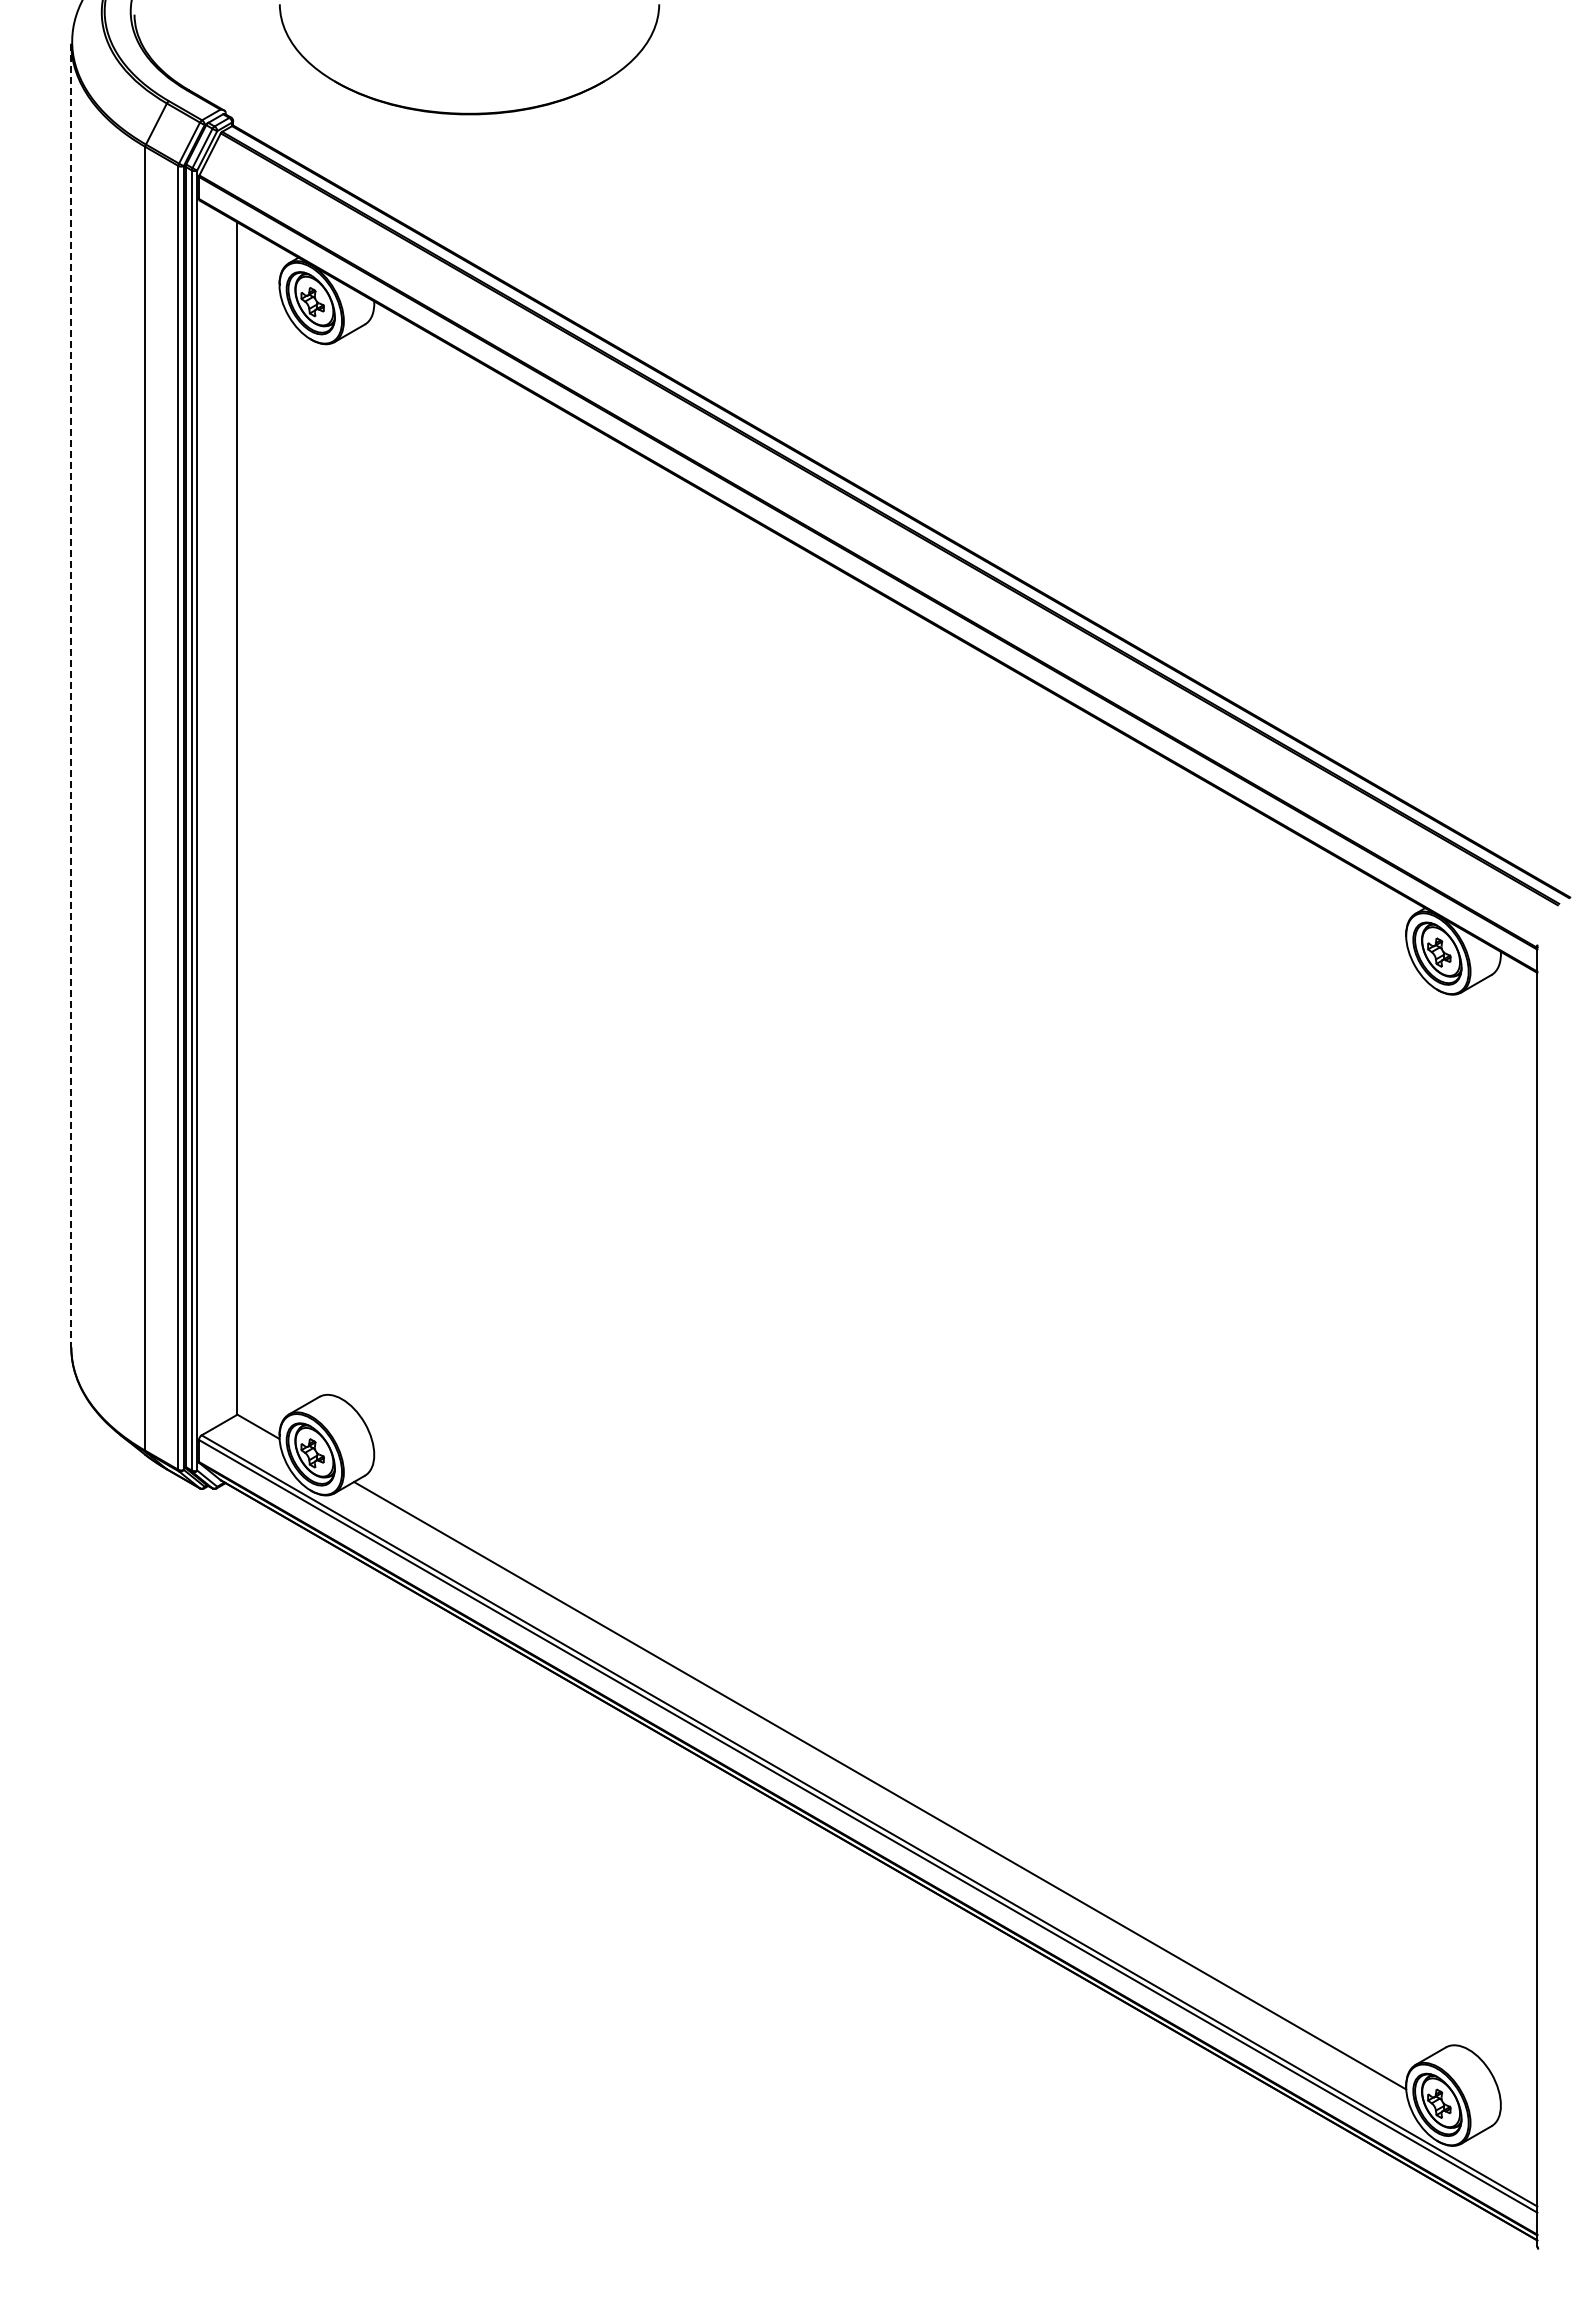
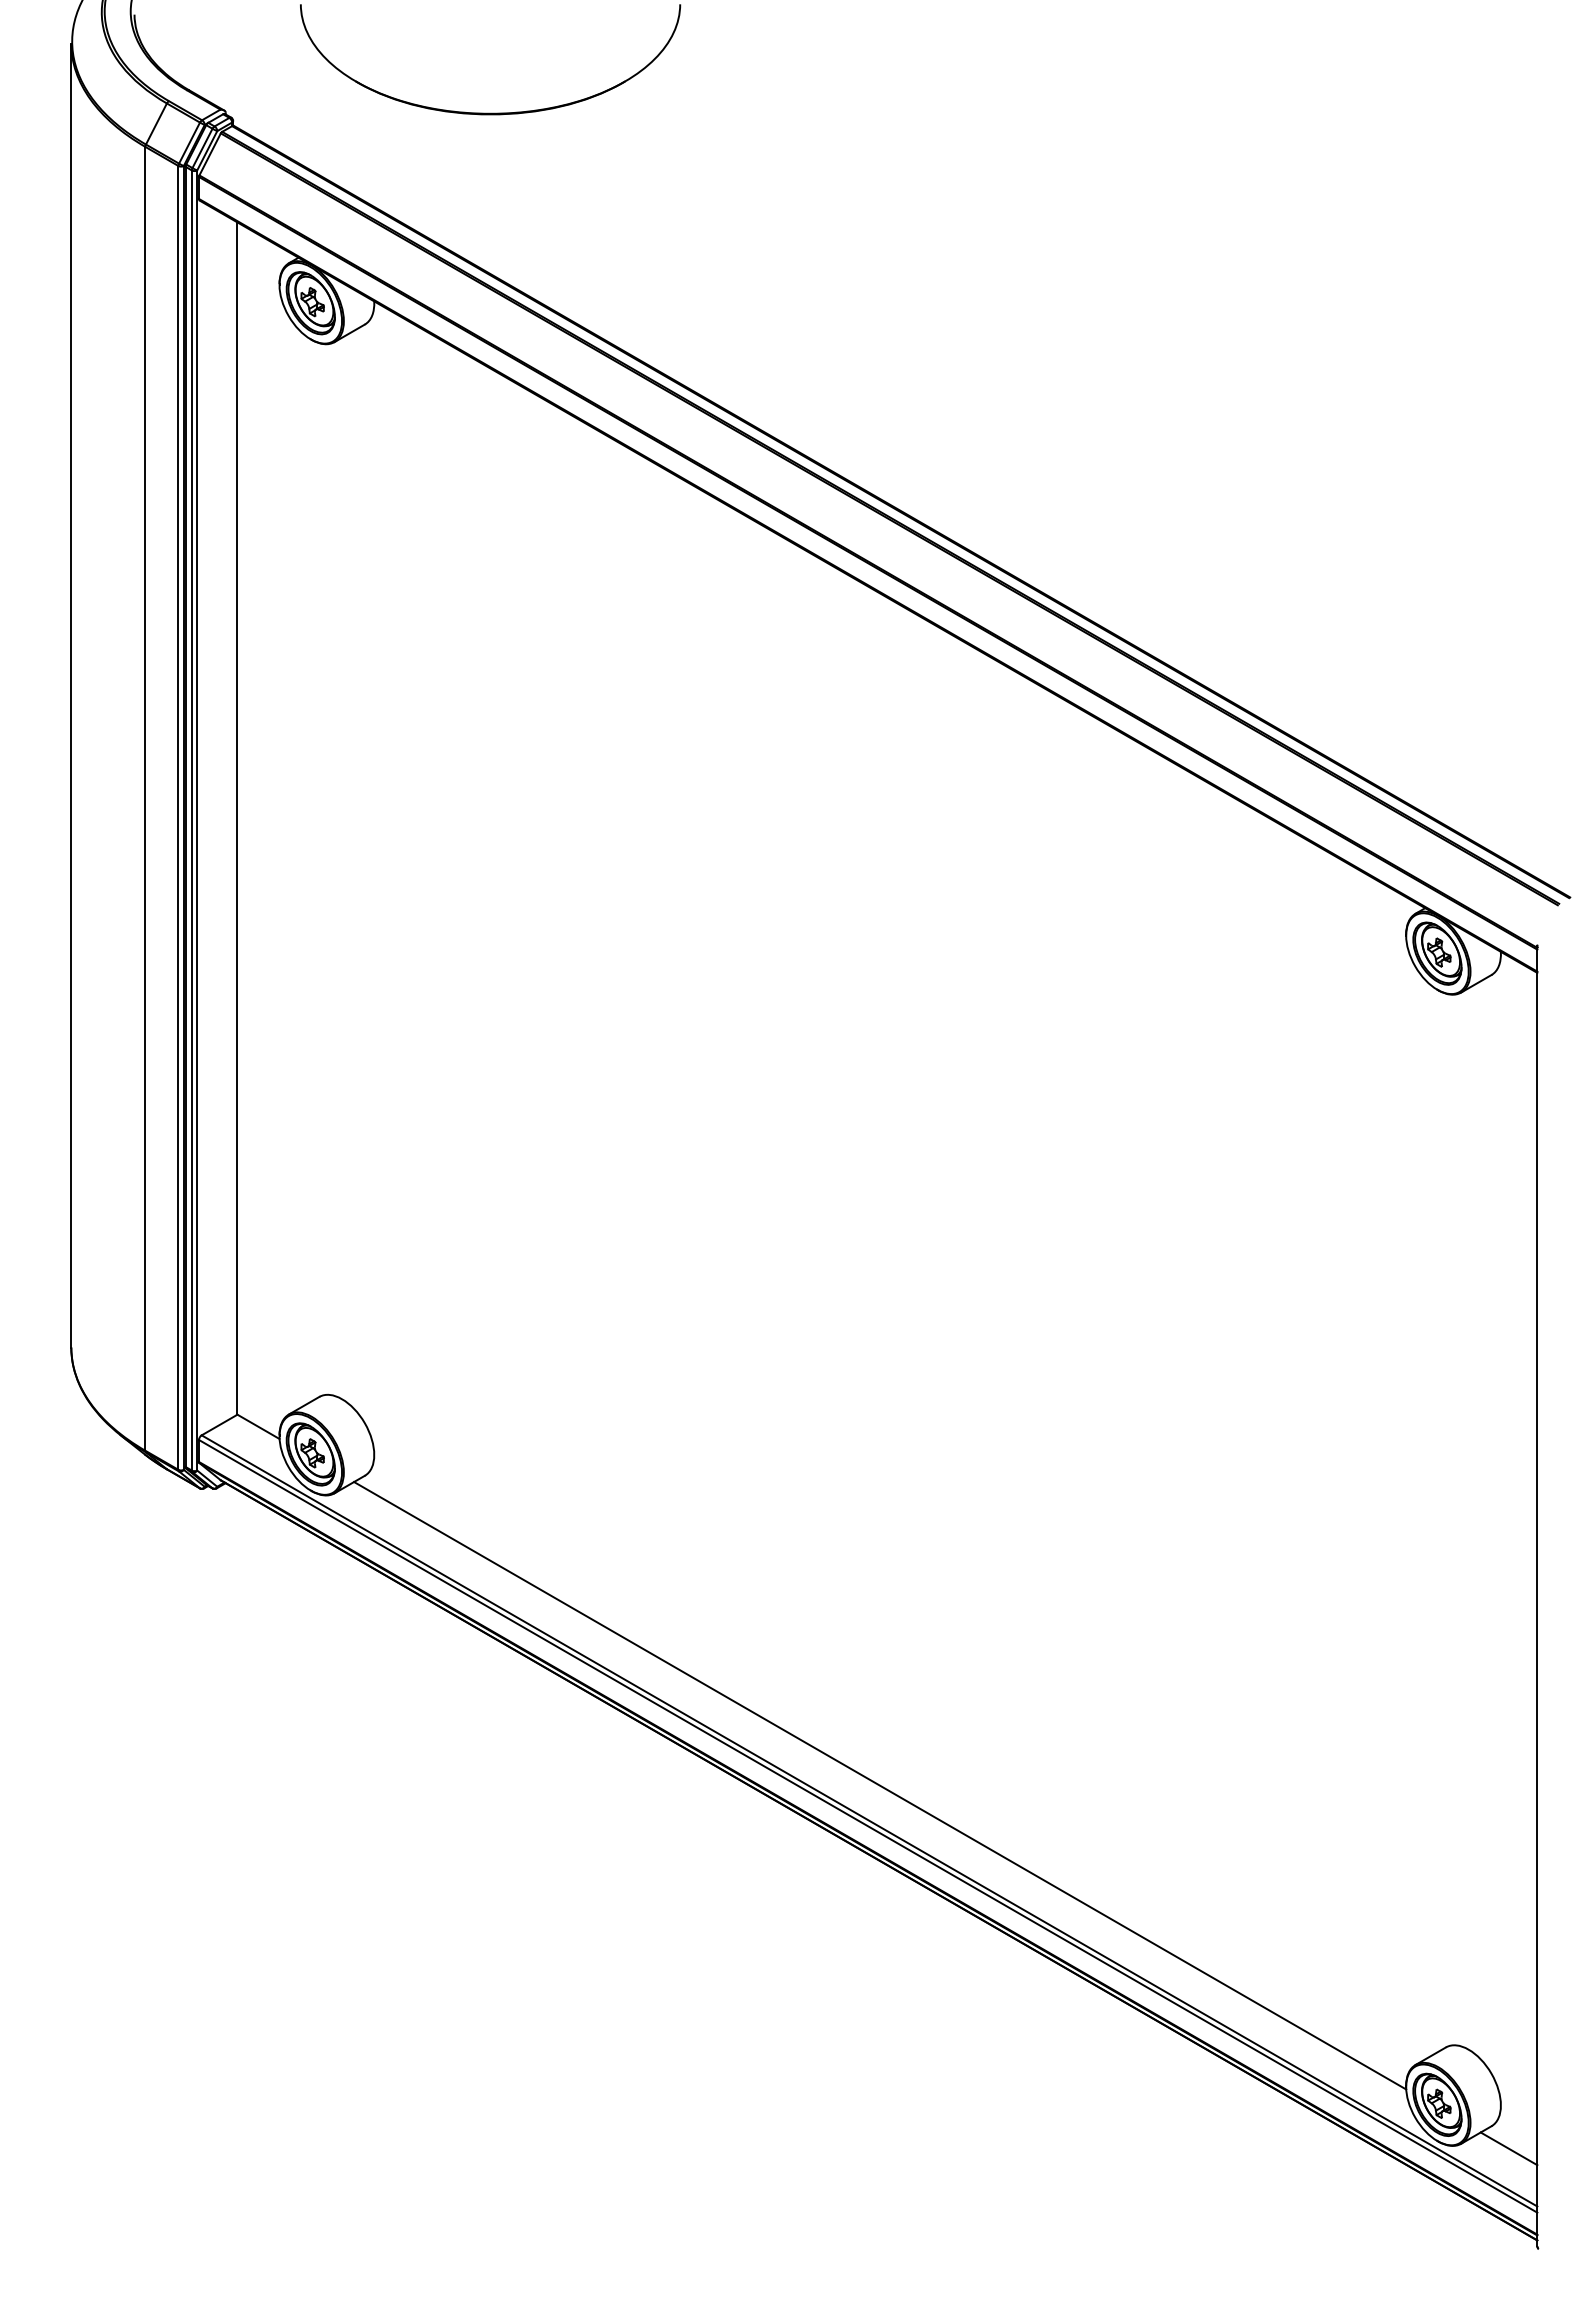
part at (469, 112) position: (469, 112) -> (490, 112)
line at (71, 695): dashed -> solid
line at (1508, 2148): none -> present
